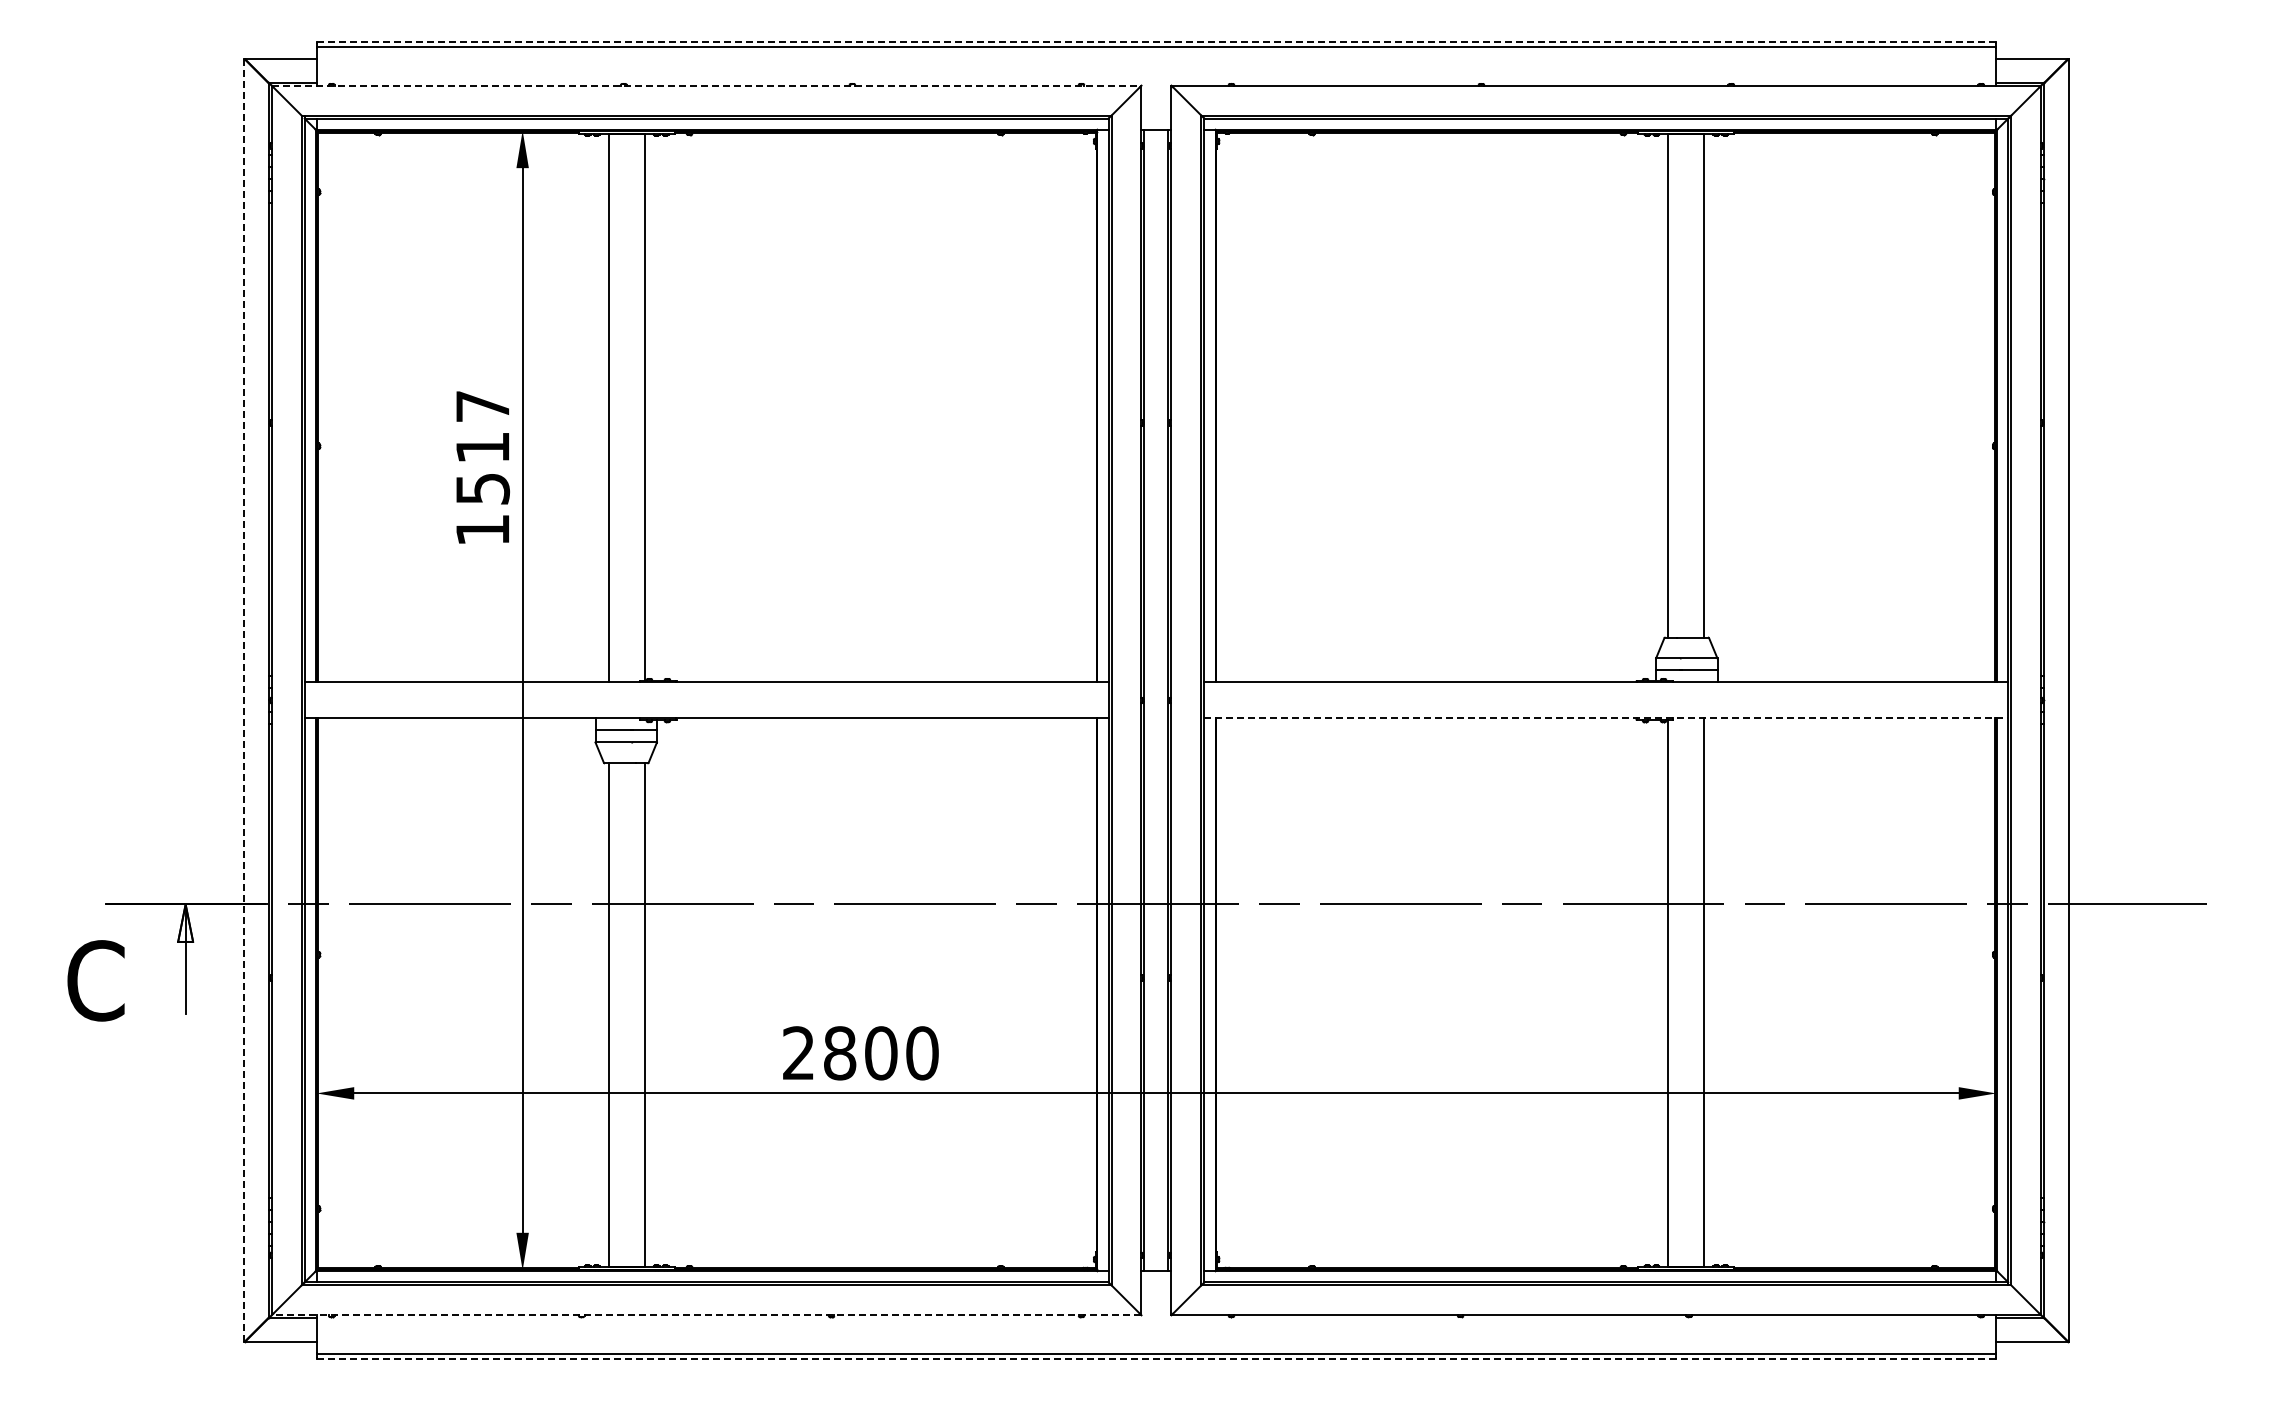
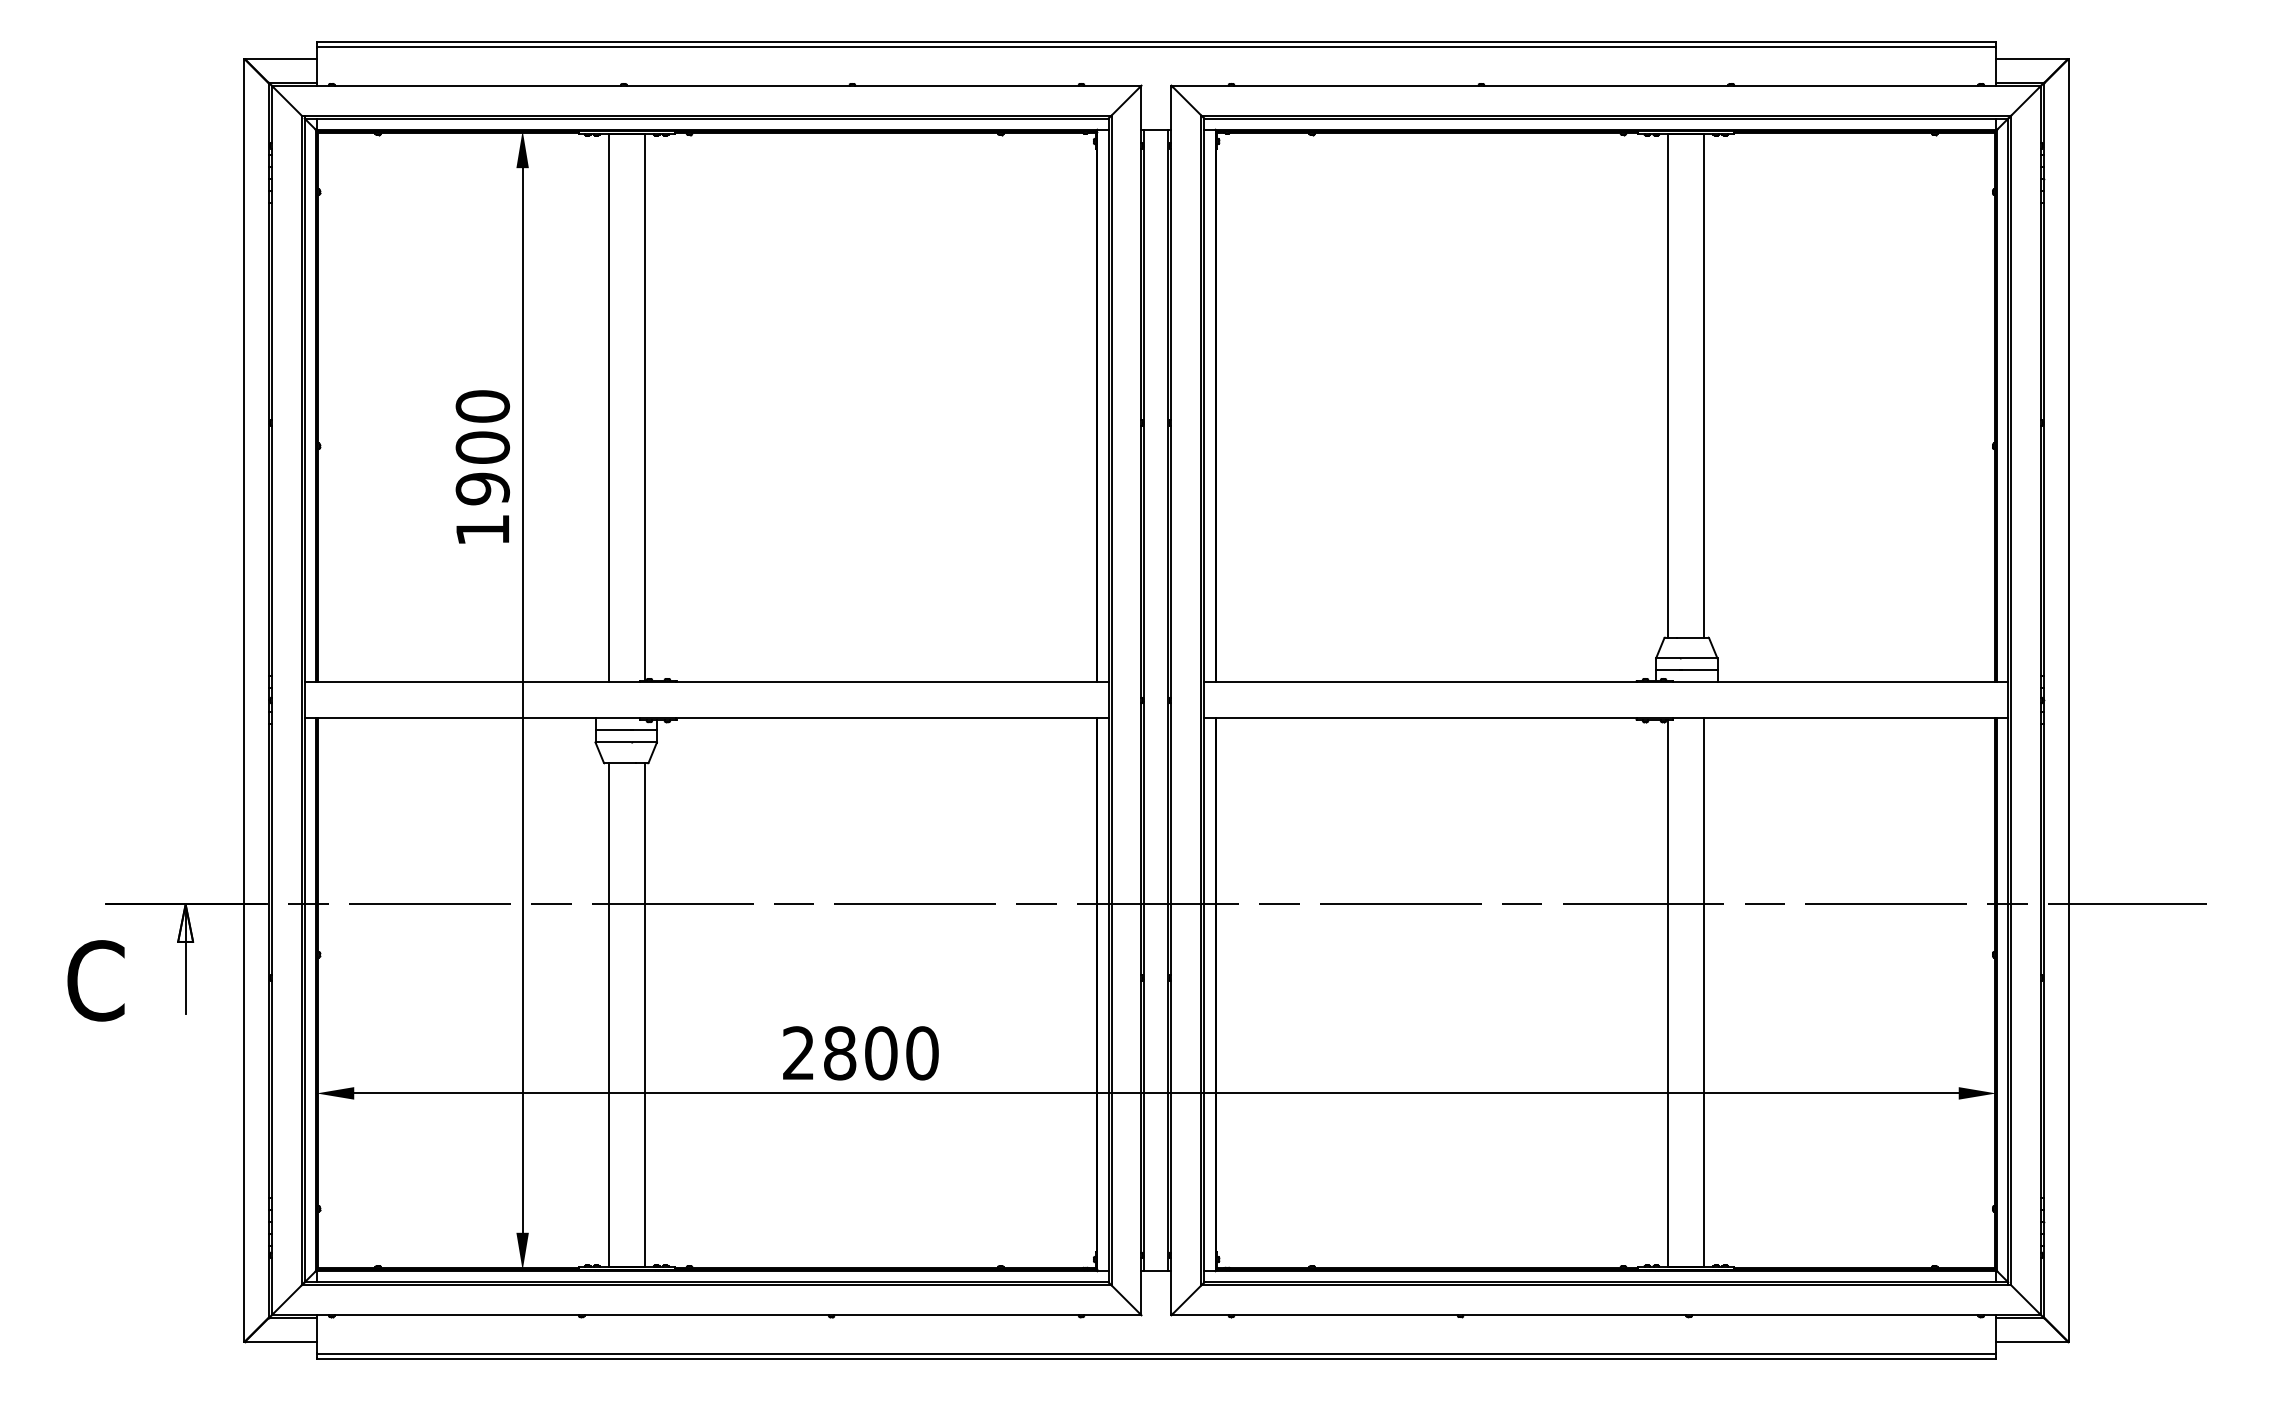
line at (1156, 42): dashed -> solid
line at (706, 85): dashed -> solid
text at (482, 447): 1517 -> 1900
line at (244, 700): dashed -> solid
line at (1606, 718): dashed -> solid
line at (706, 1315): dashed -> solid
line at (1156, 1358): dashed -> solid
